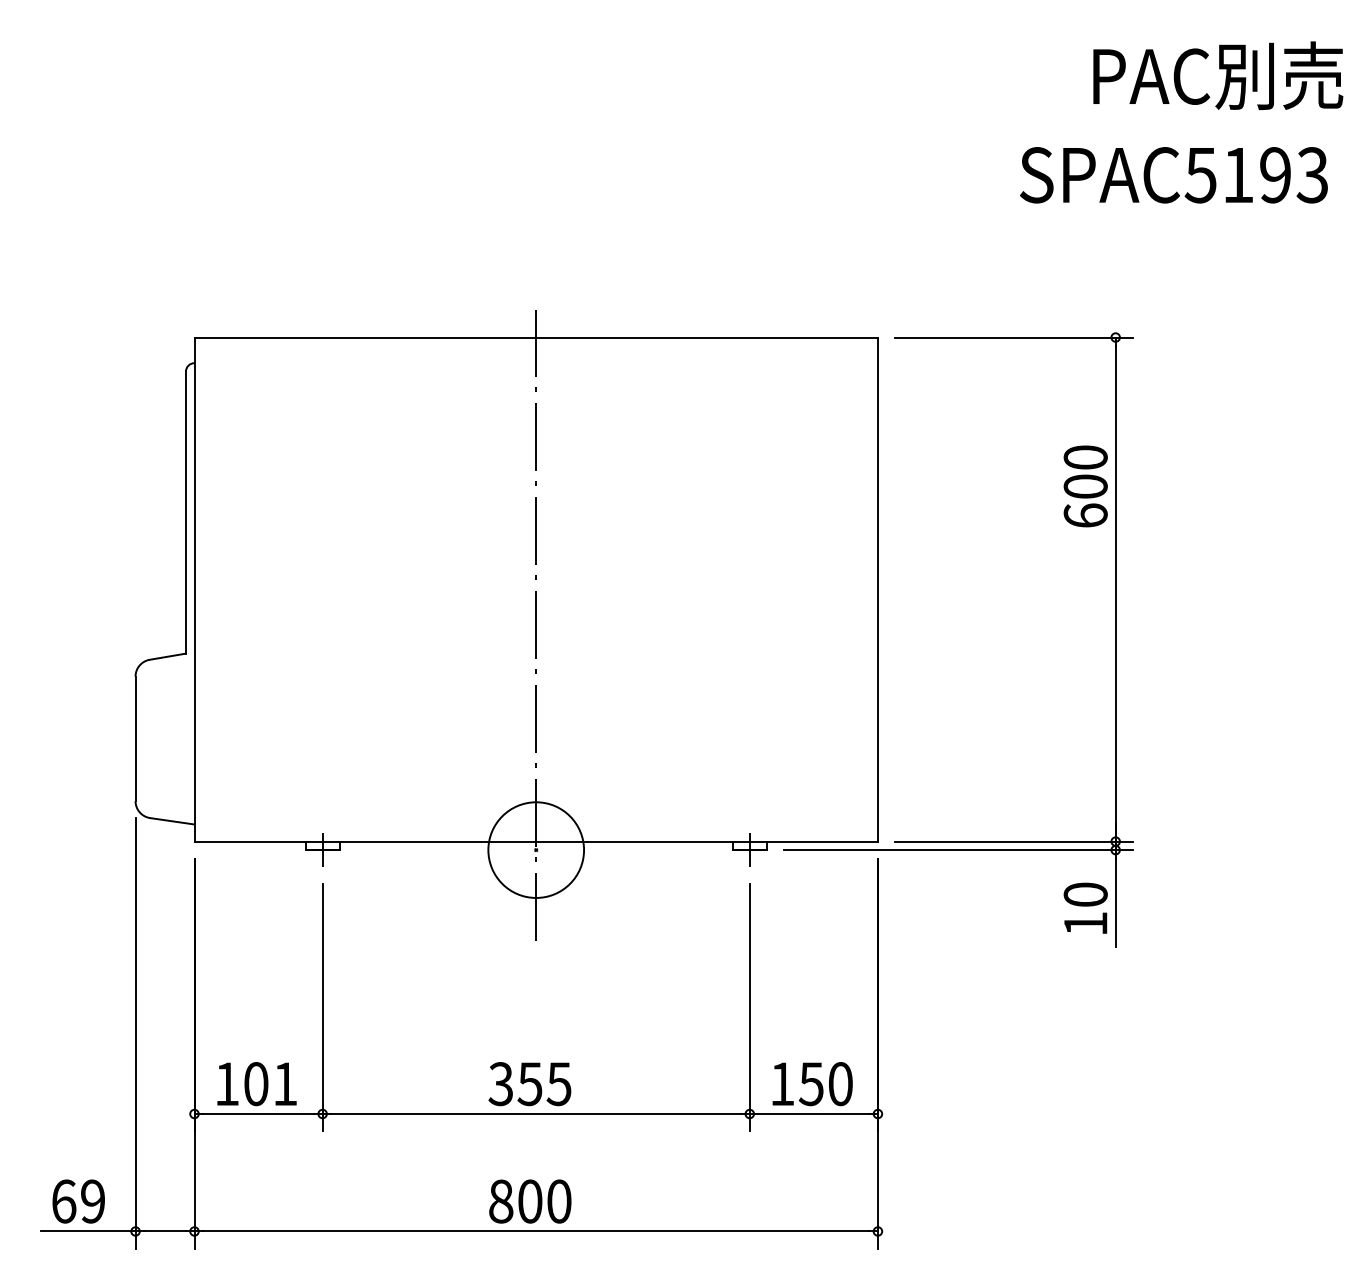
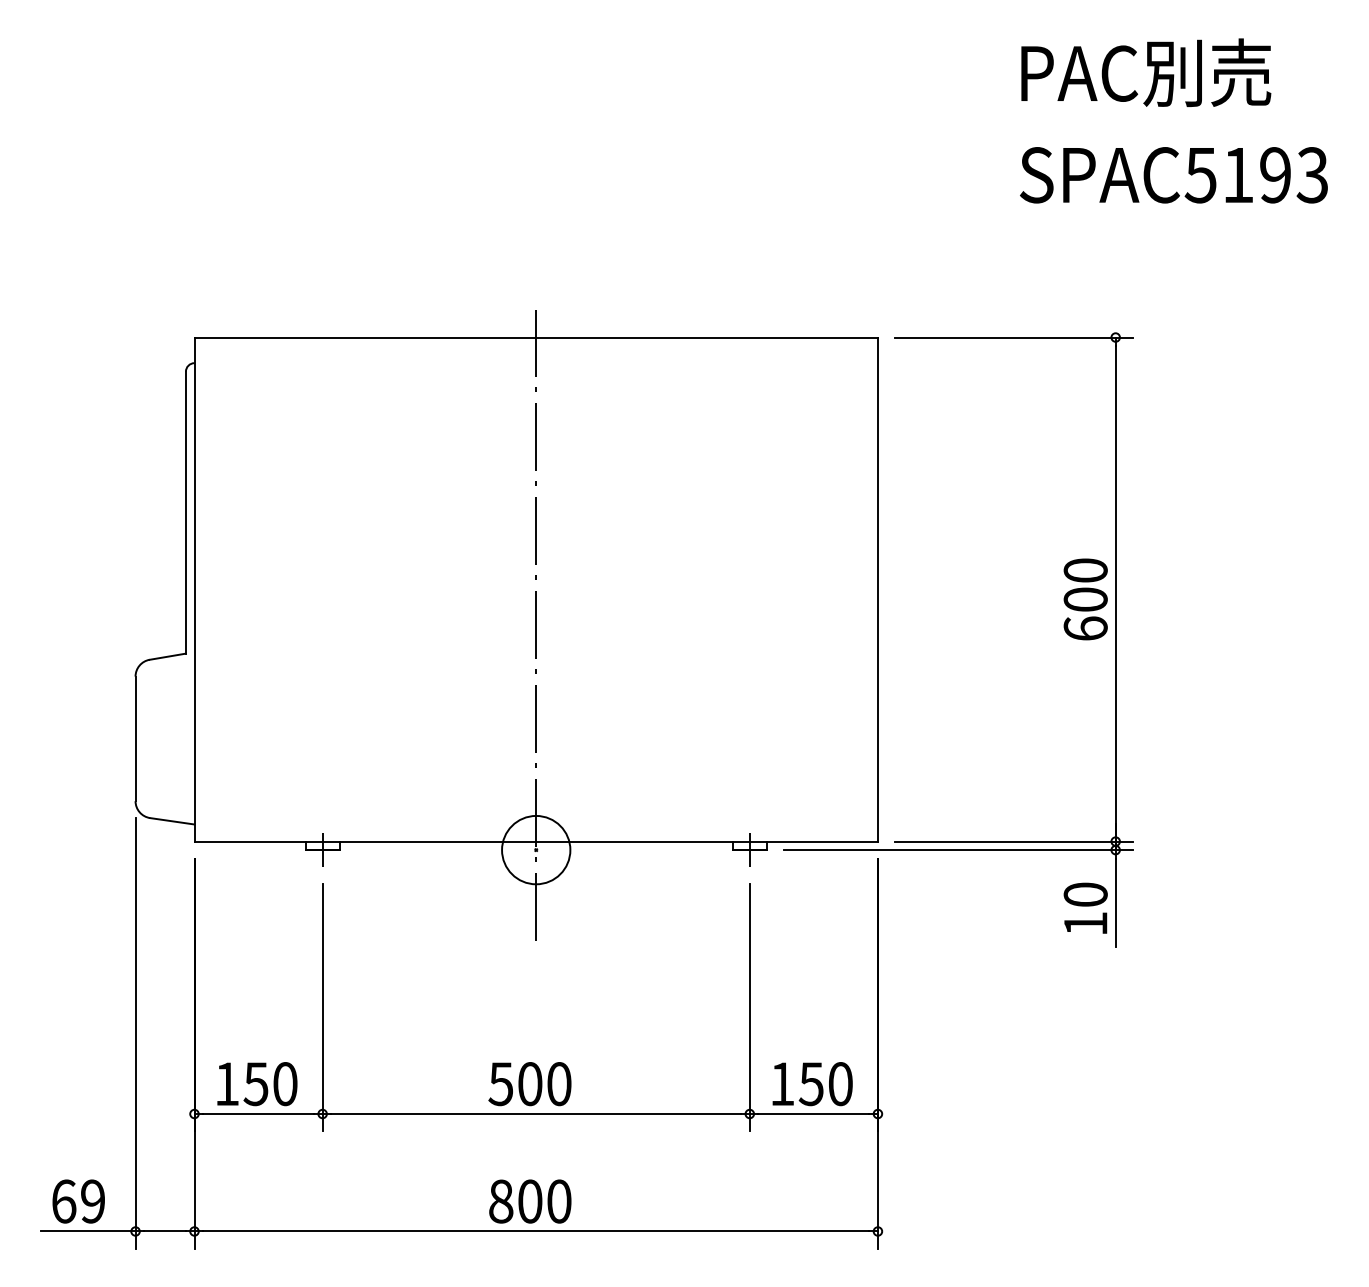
text at (1218, 75) position: (1218, 75) -> (1146, 72)
text at (1085, 486) position: (1085, 486) -> (1085, 599)
circle at (536, 849) diameter: 96 px -> 68 px
text at (270, 1084): 101 -> 150
text at (529, 1084): 355 -> 500
